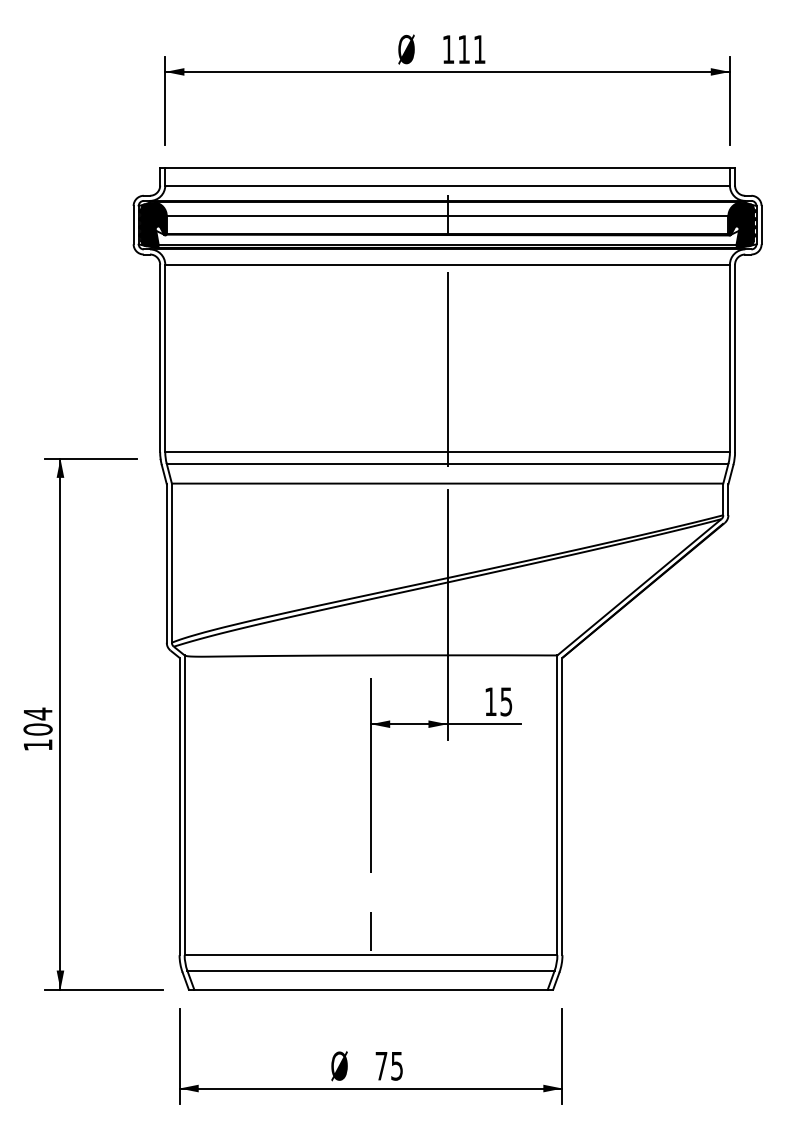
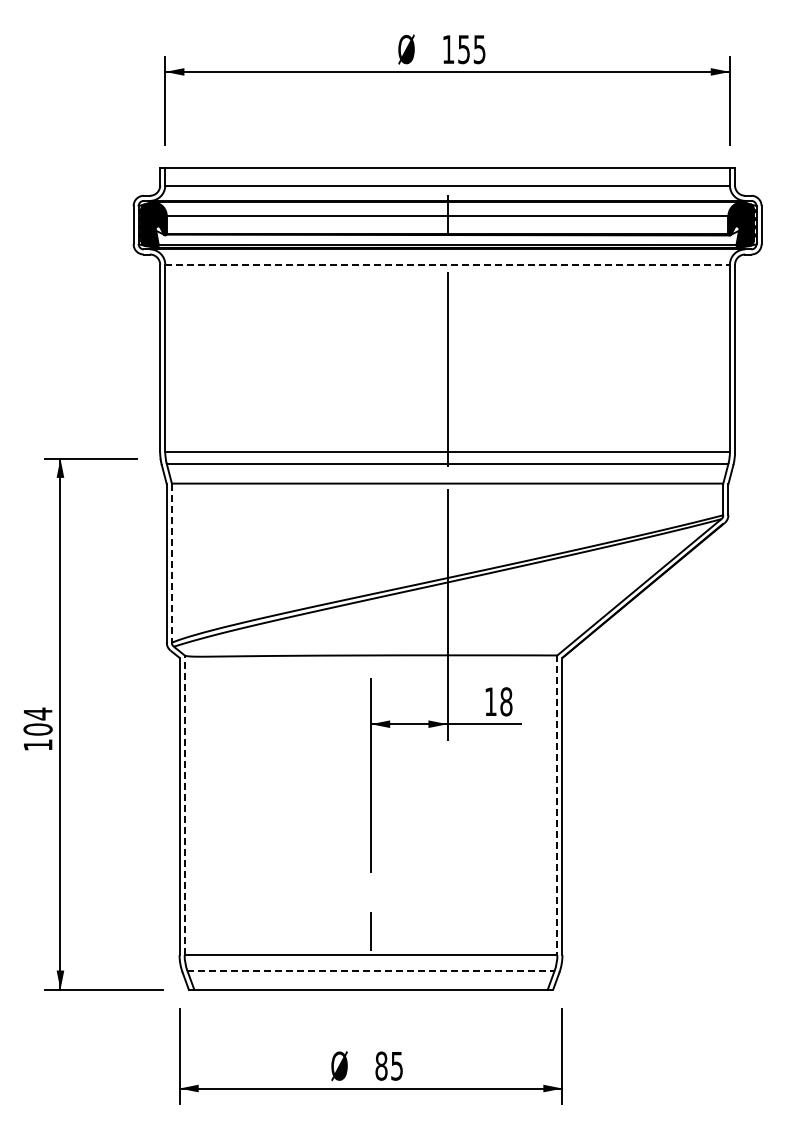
text at (471, 49): 111 -> 155
line at (448, 264): solid -> dashed
line at (171, 563): solid -> dashed
text at (506, 701): 15 -> 18
line at (184, 805): solid -> dashed
line at (557, 805): solid -> dashed
line at (371, 970): solid -> dashed
text at (381, 1065): 75 -> 85
